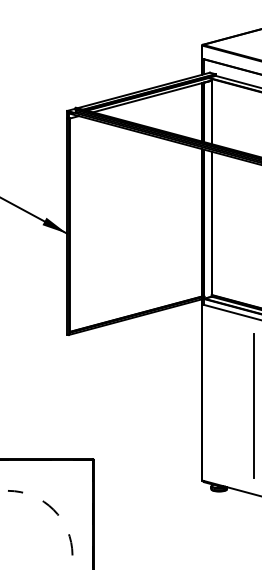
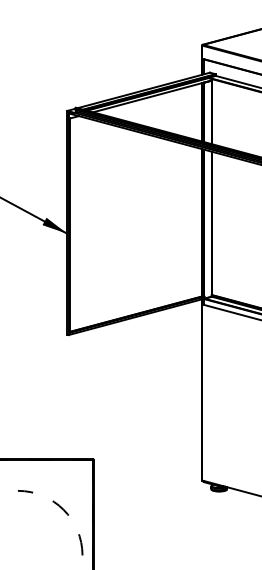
line at (254, 405): present -> none
arc at (52, 510) position: (52, 510) -> (62, 510)
